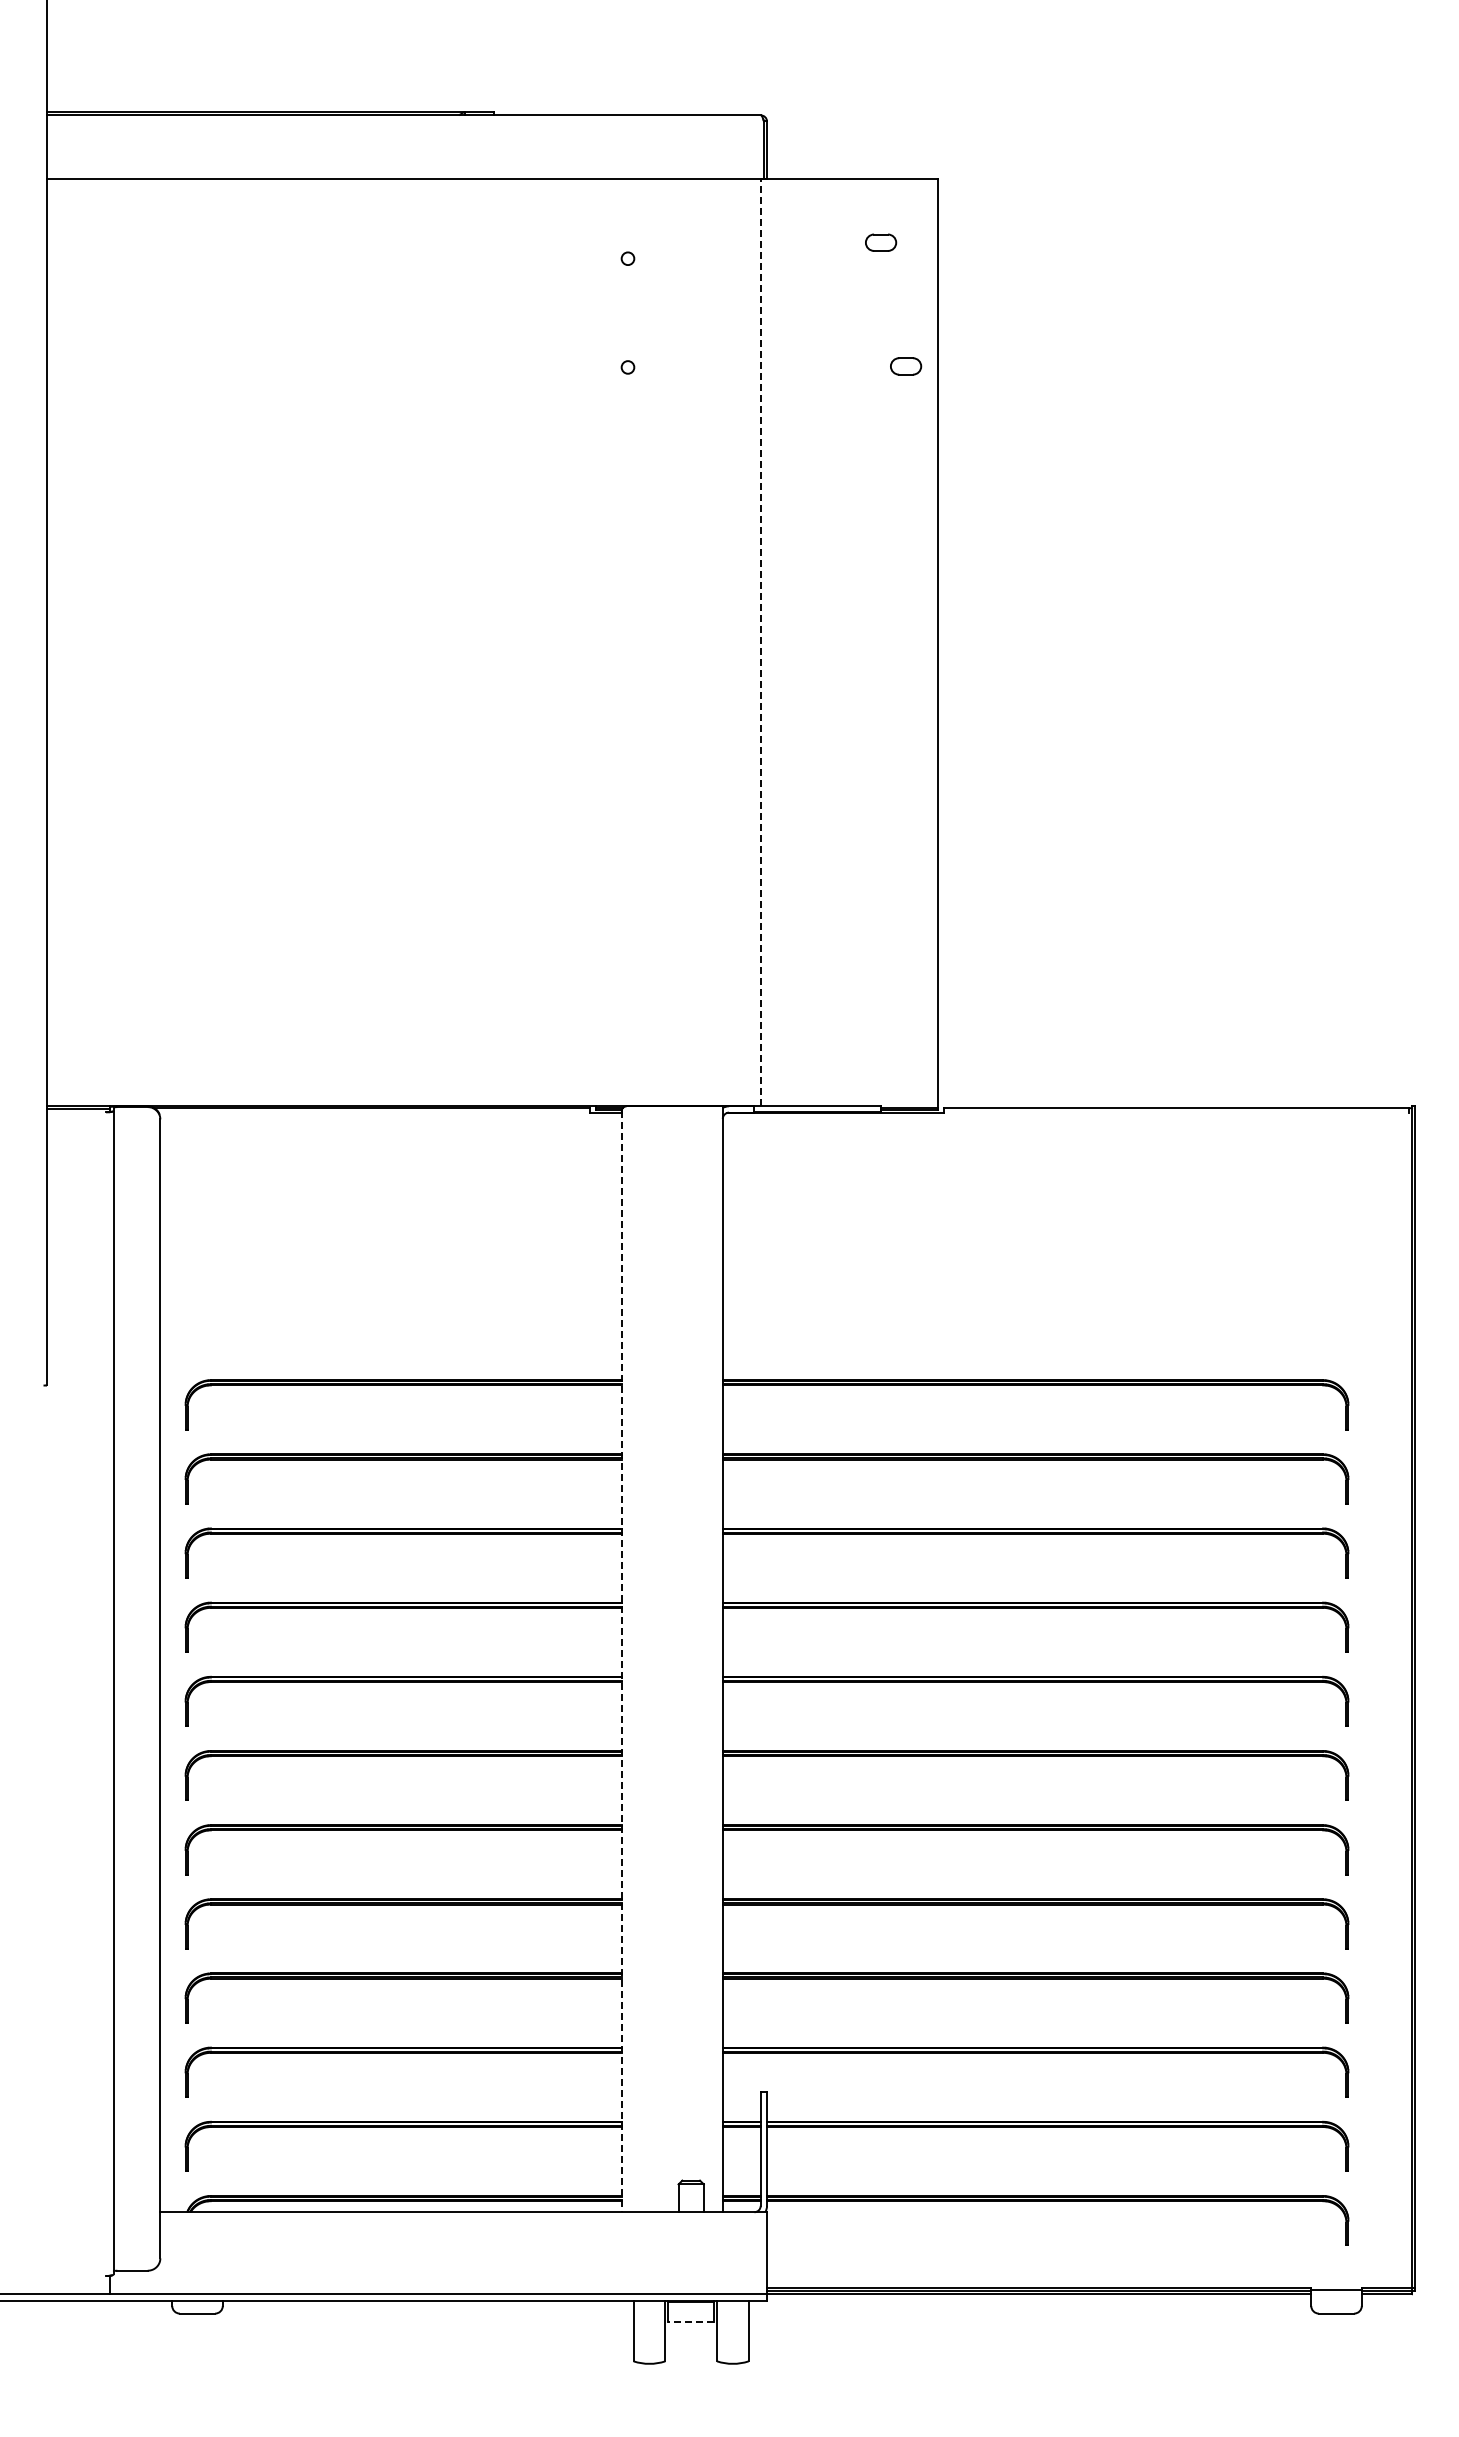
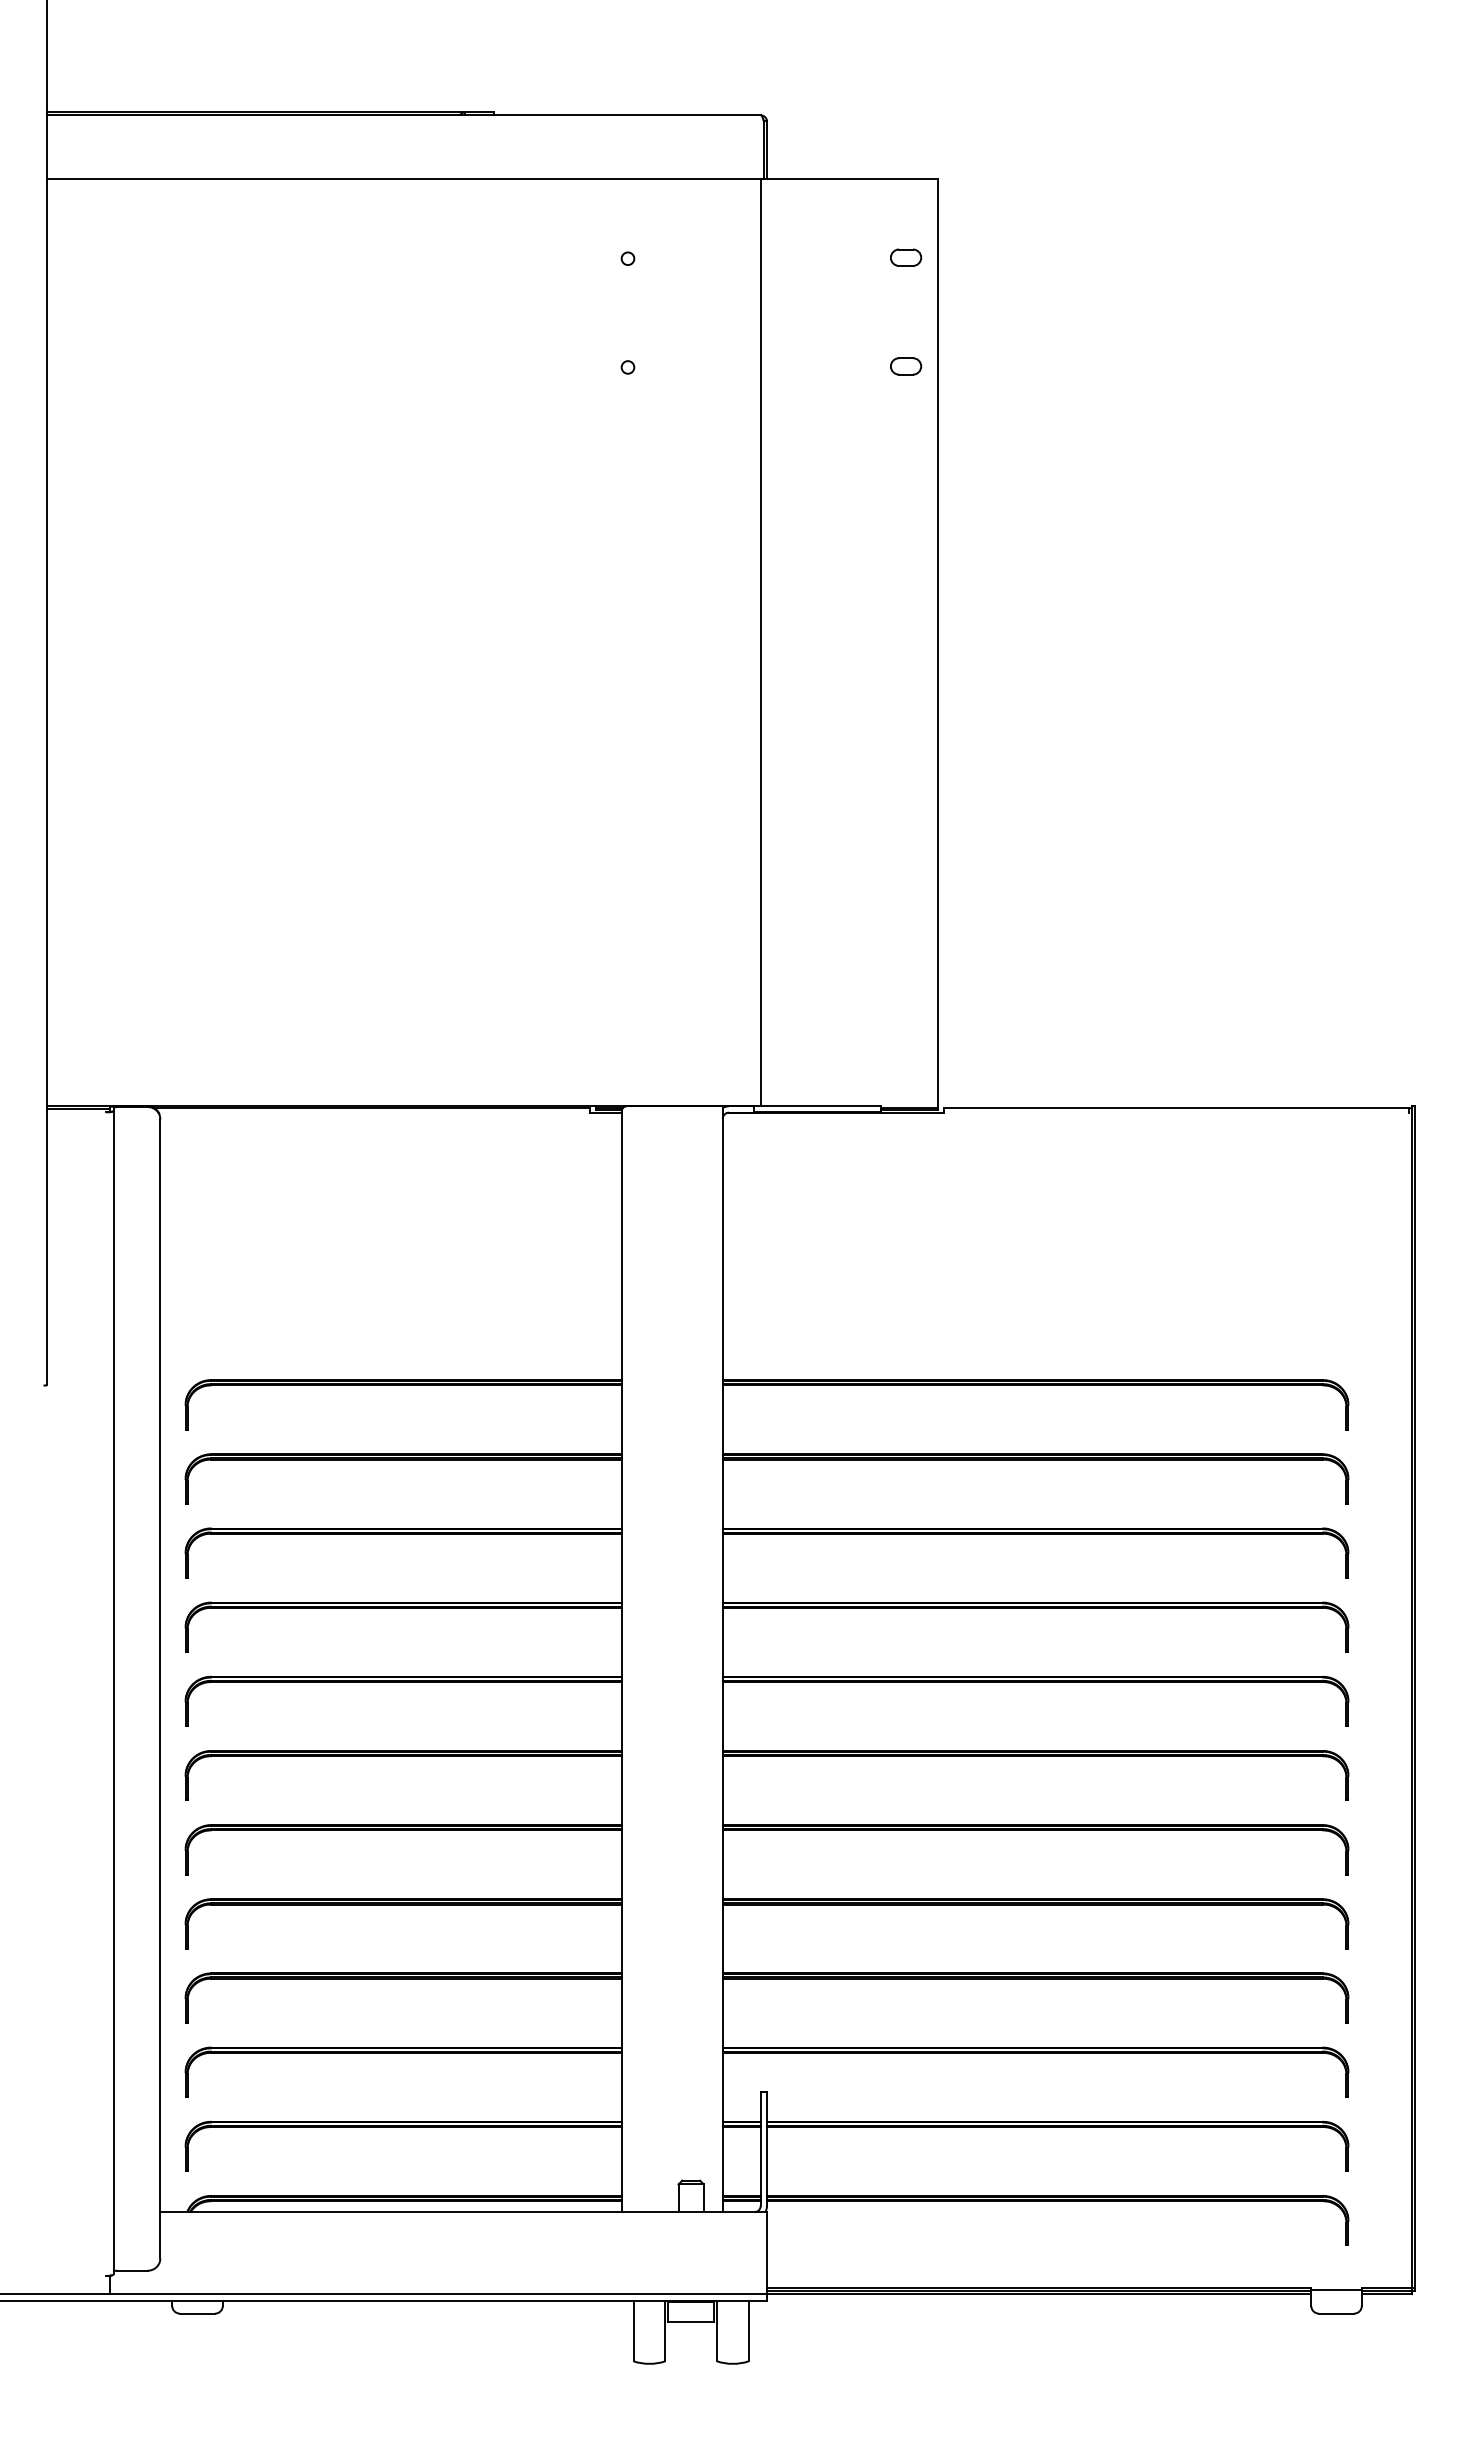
part at (881, 242) position: (881, 242) -> (906, 257)
line at (760, 641): dashed -> solid
line at (621, 1662): dashed -> solid
line at (691, 2322): dashed -> solid
